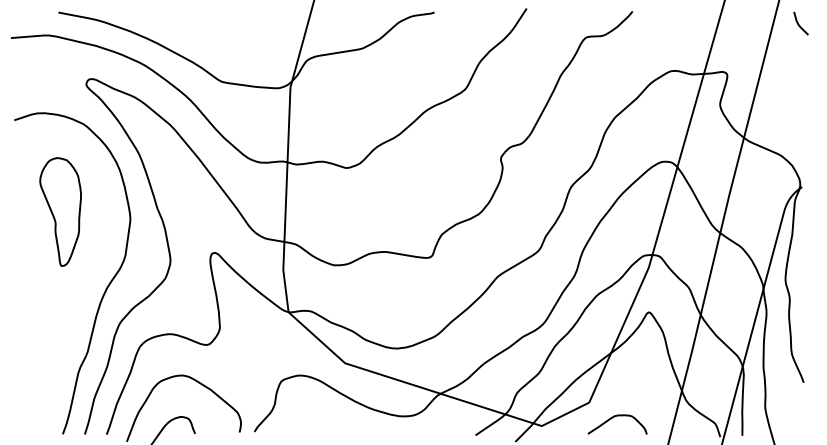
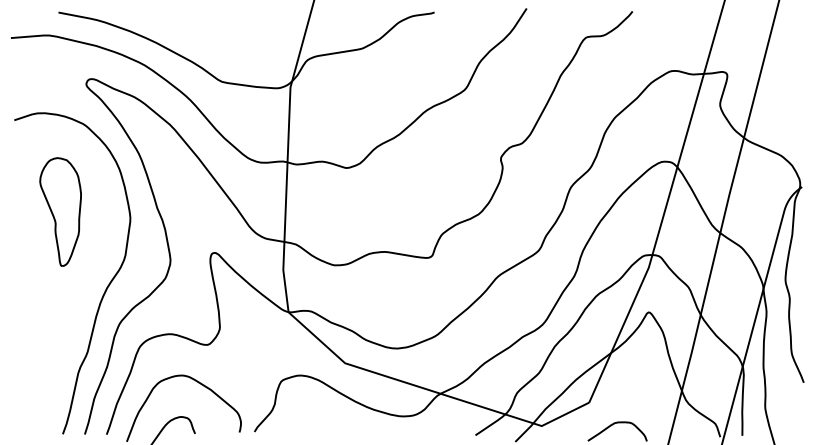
line at (799, 24): present -> none
curve at (614, 417) position: (614, 417) -> (614, 424)
